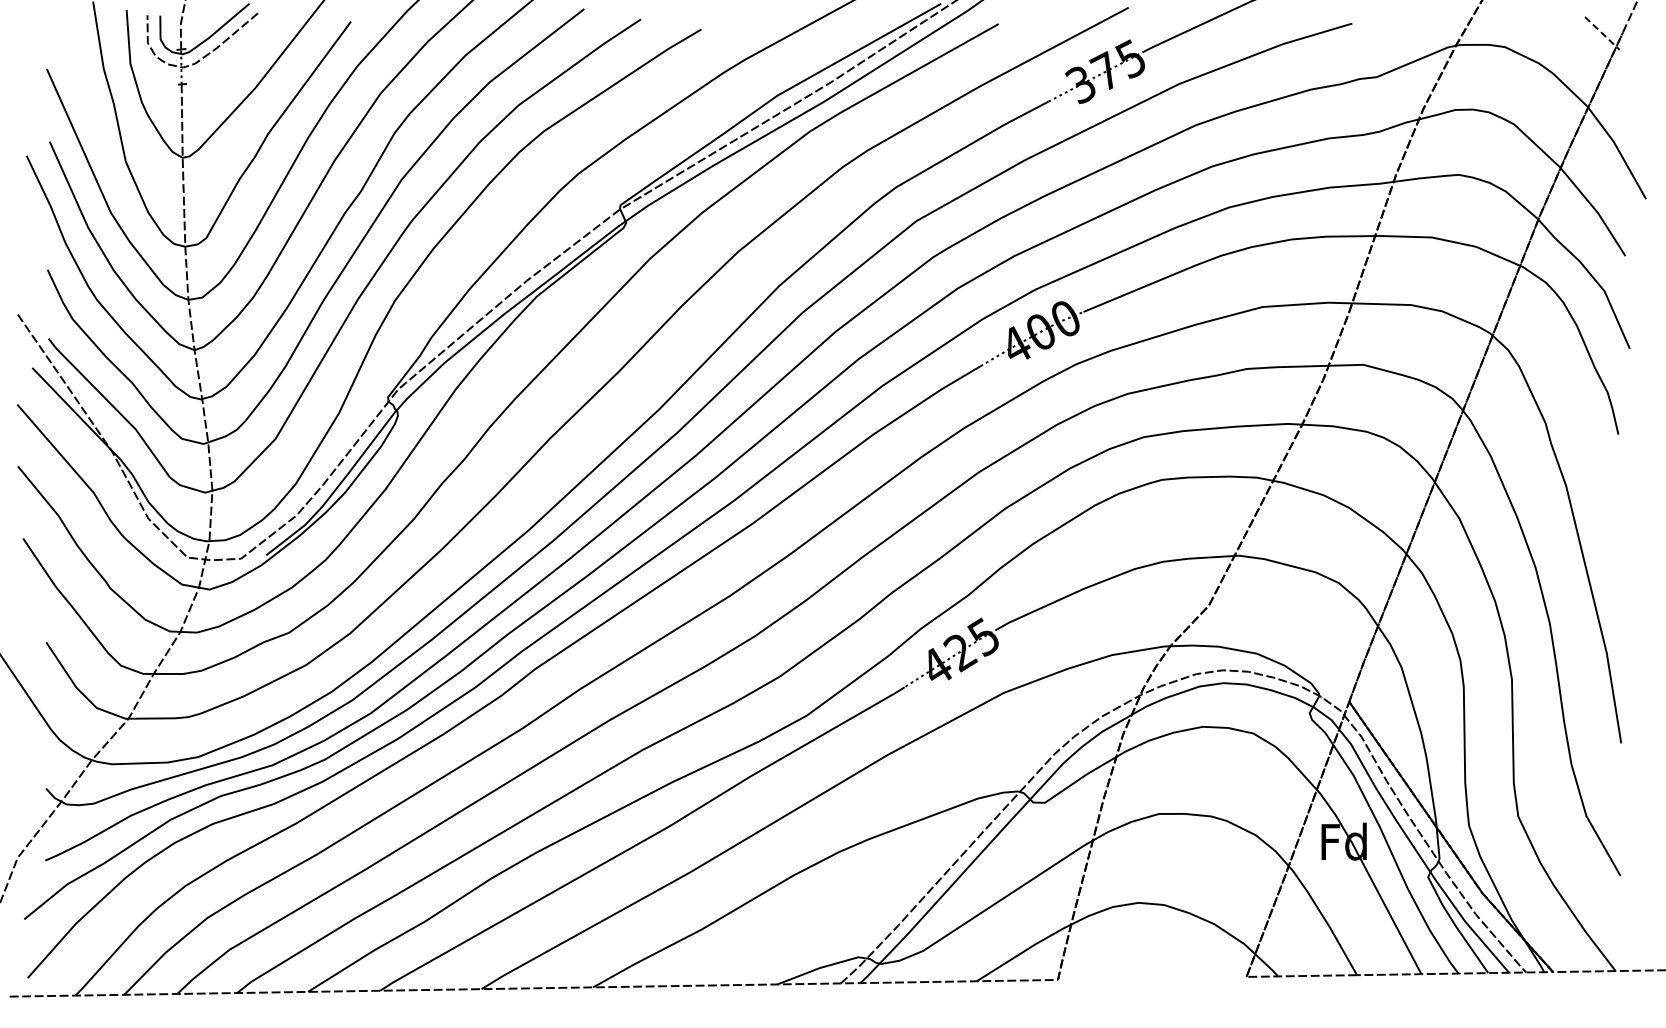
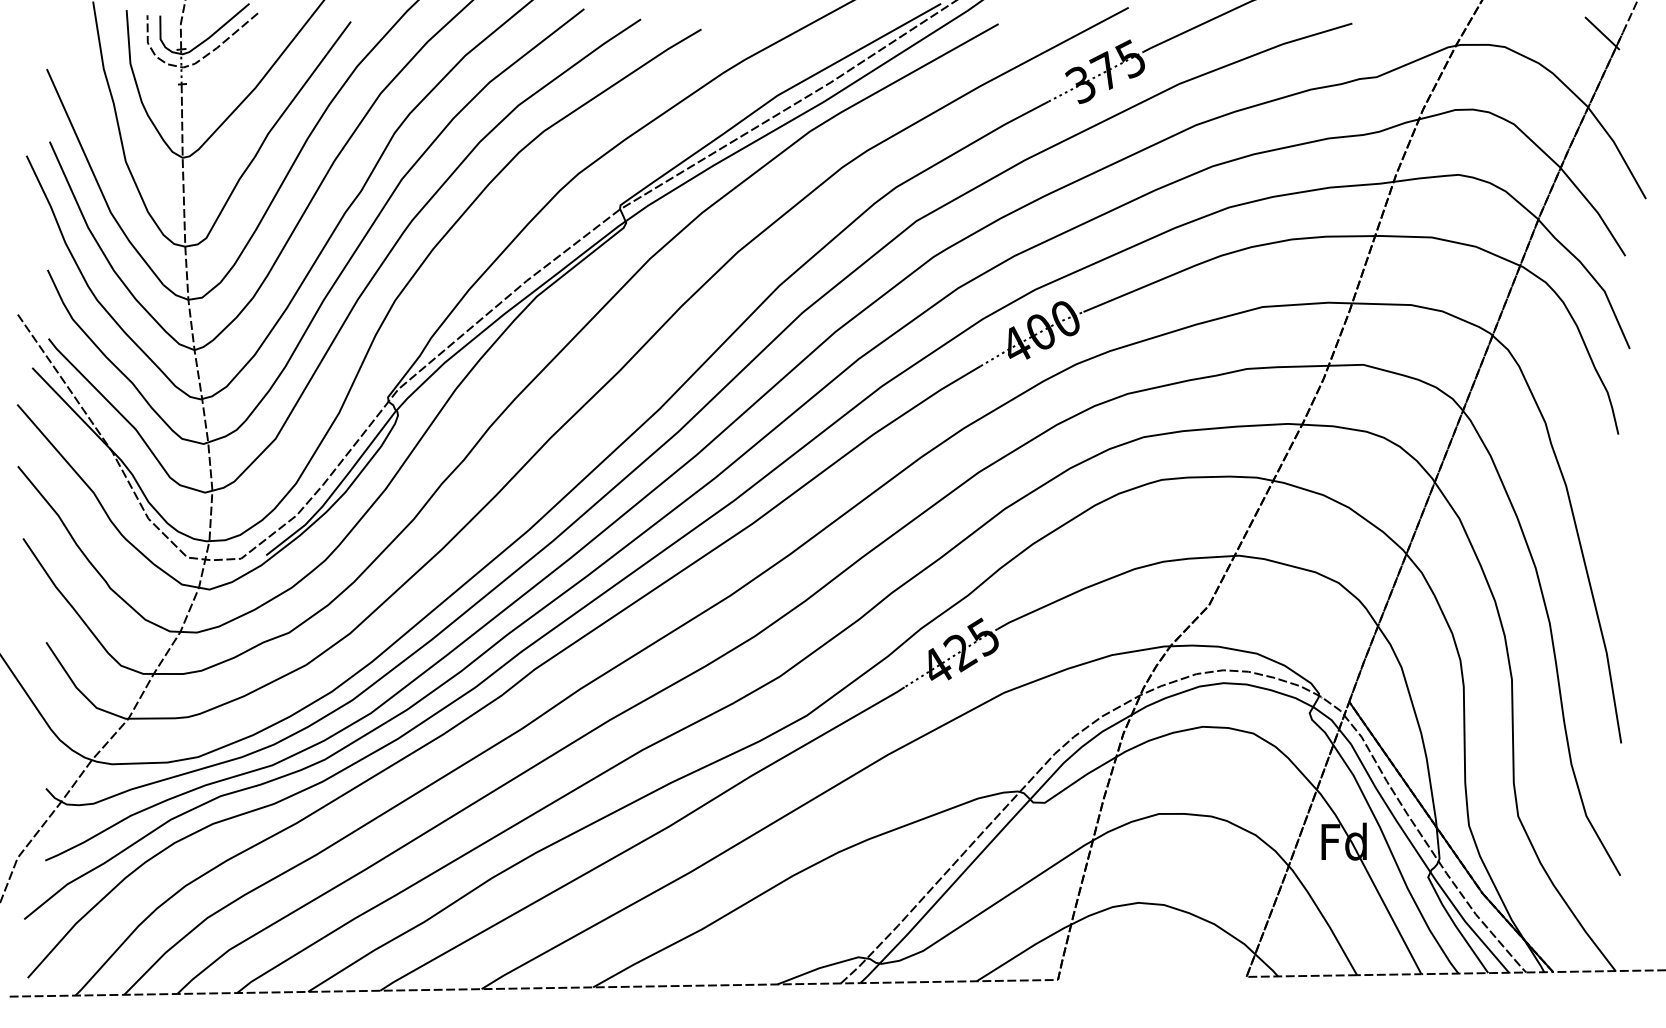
line at (1602, 33): dashed -> solid
